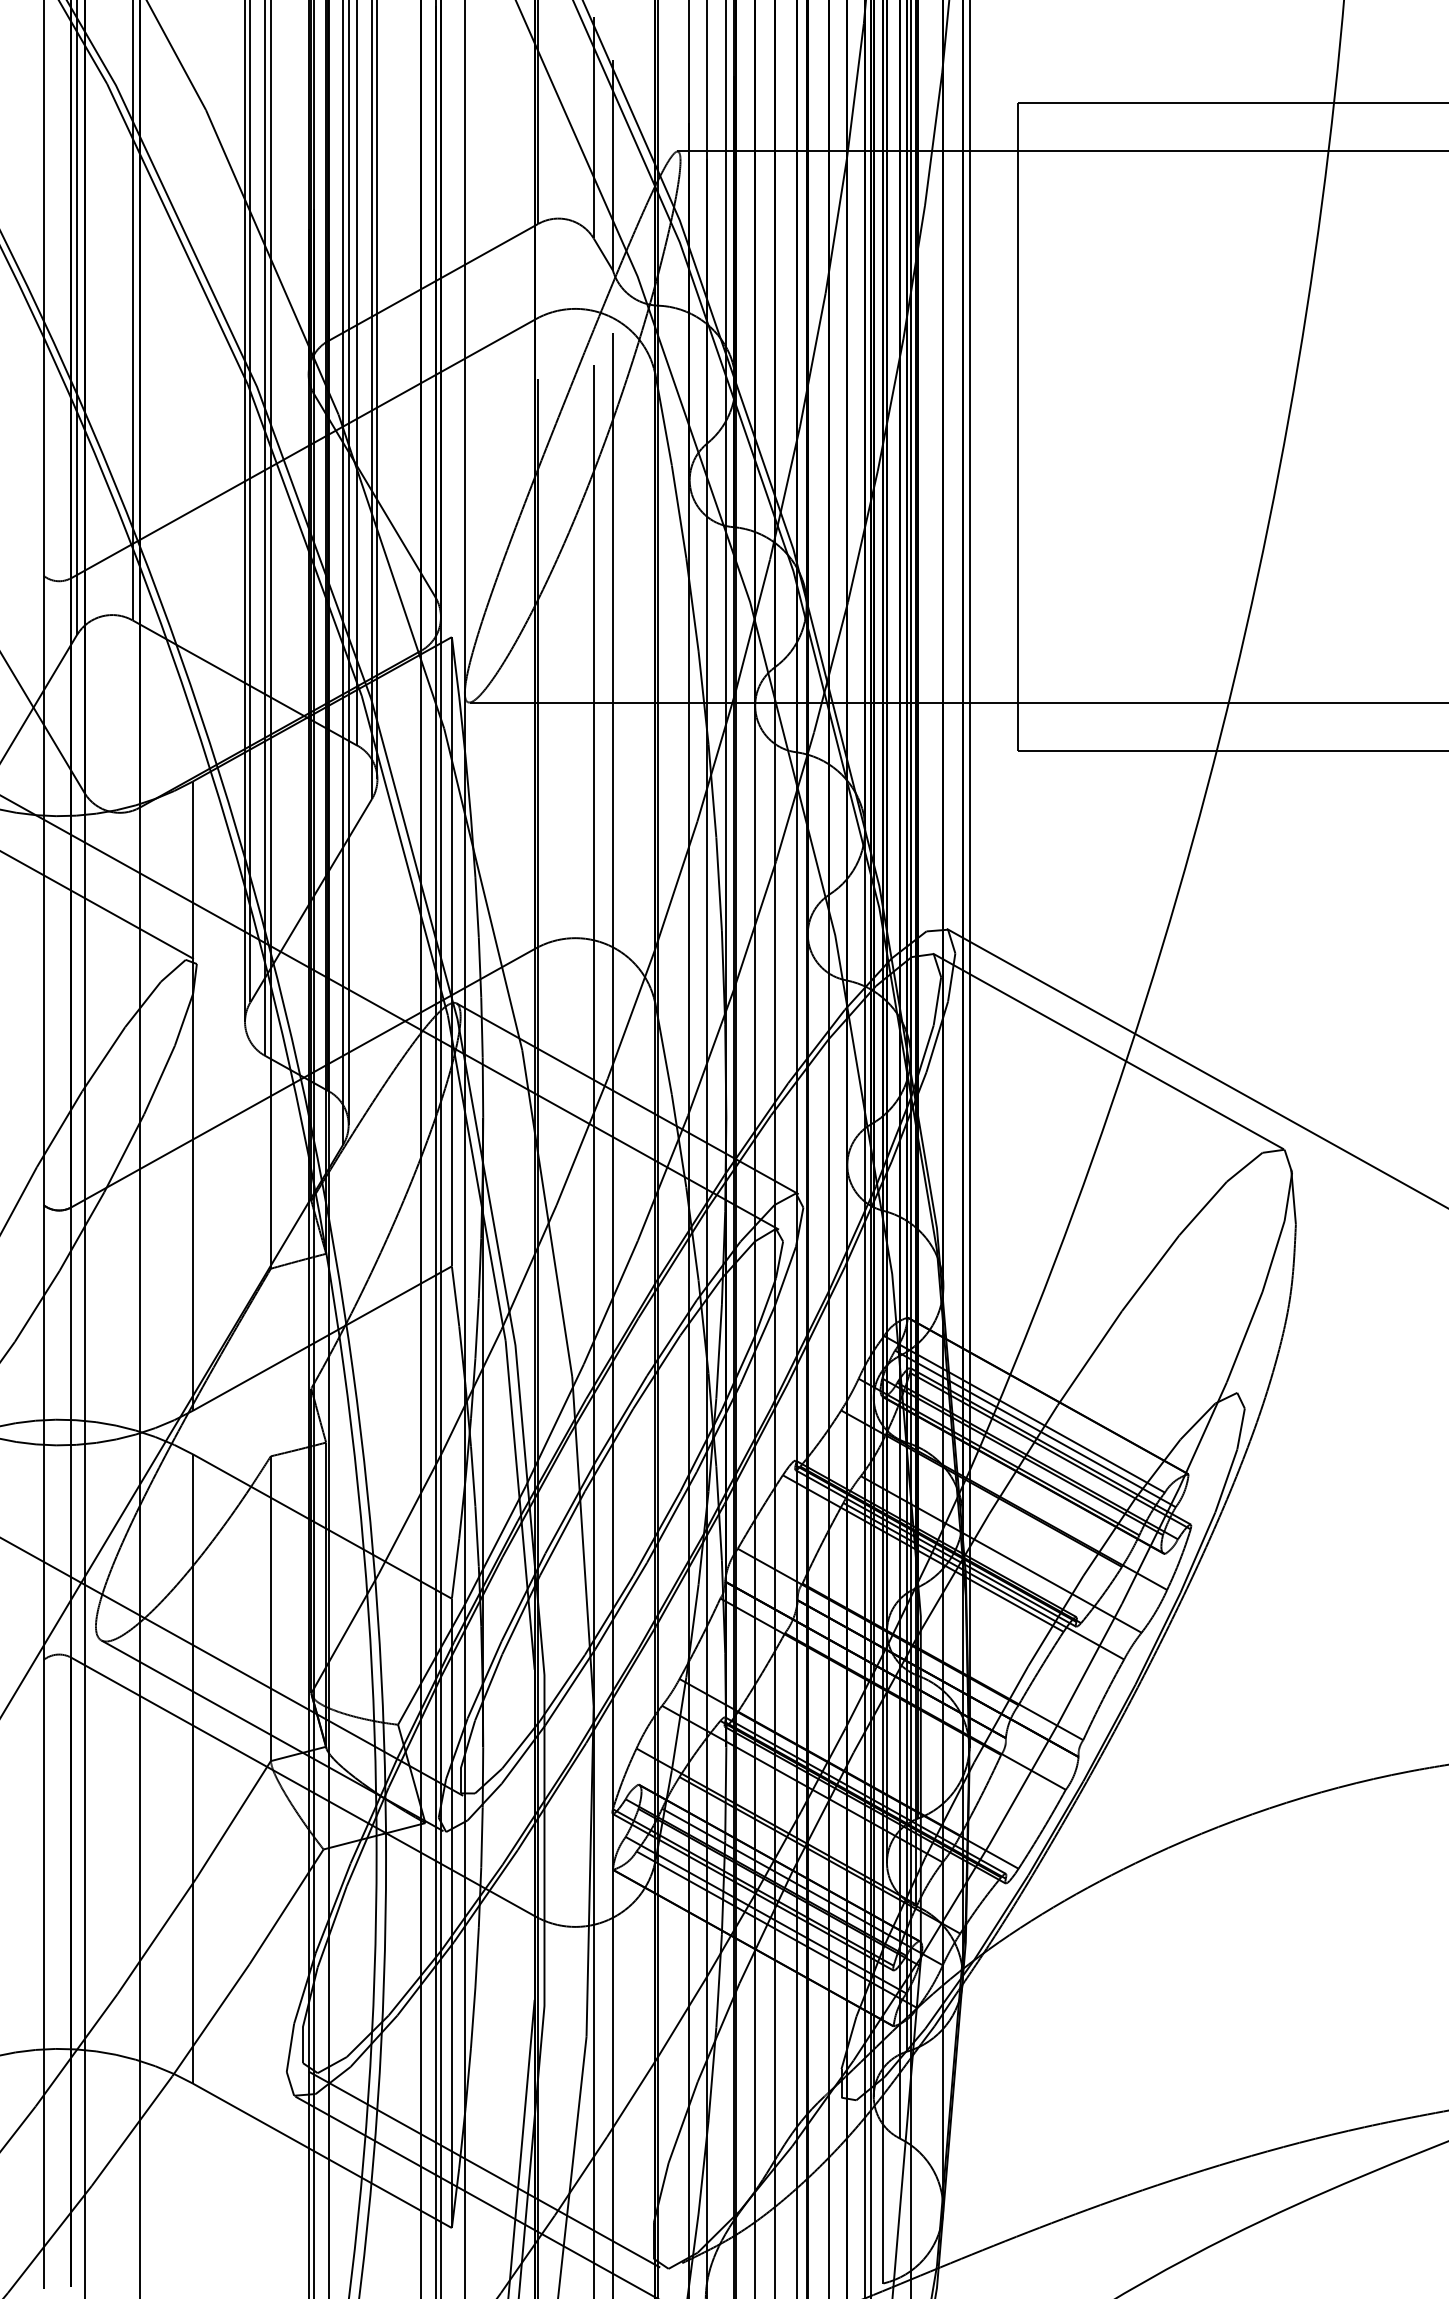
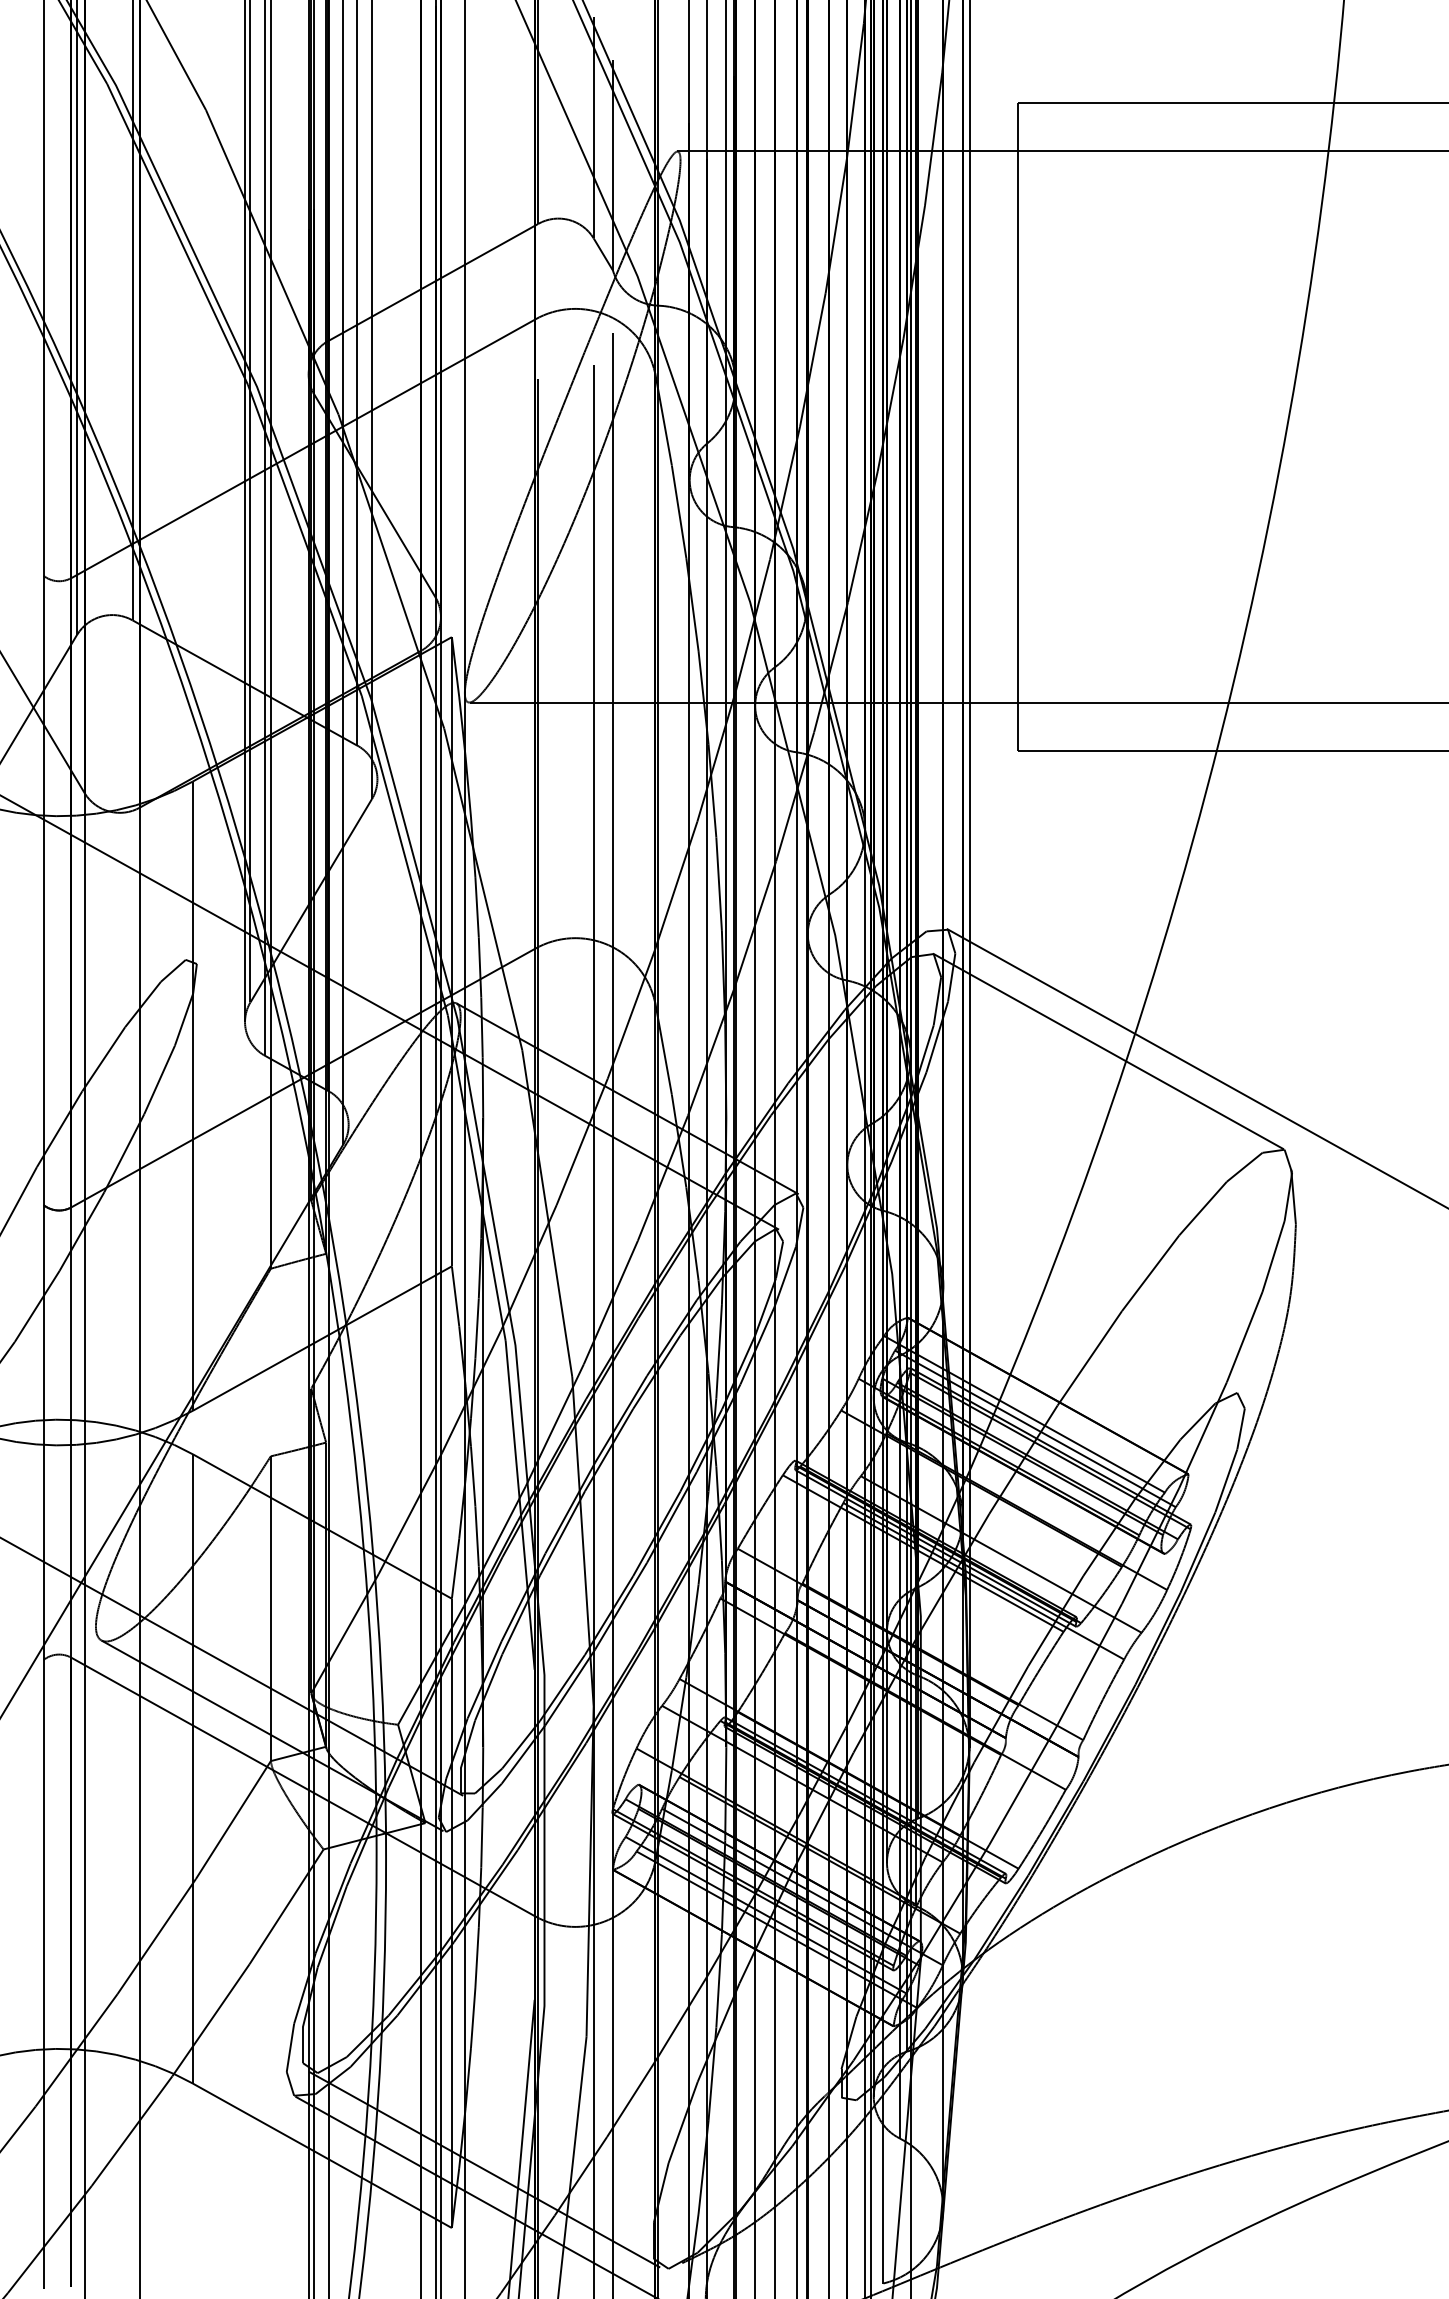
line at (377, 390): present -> none
line at (348, 563): present -> none
line at (97, 905): present -> none
